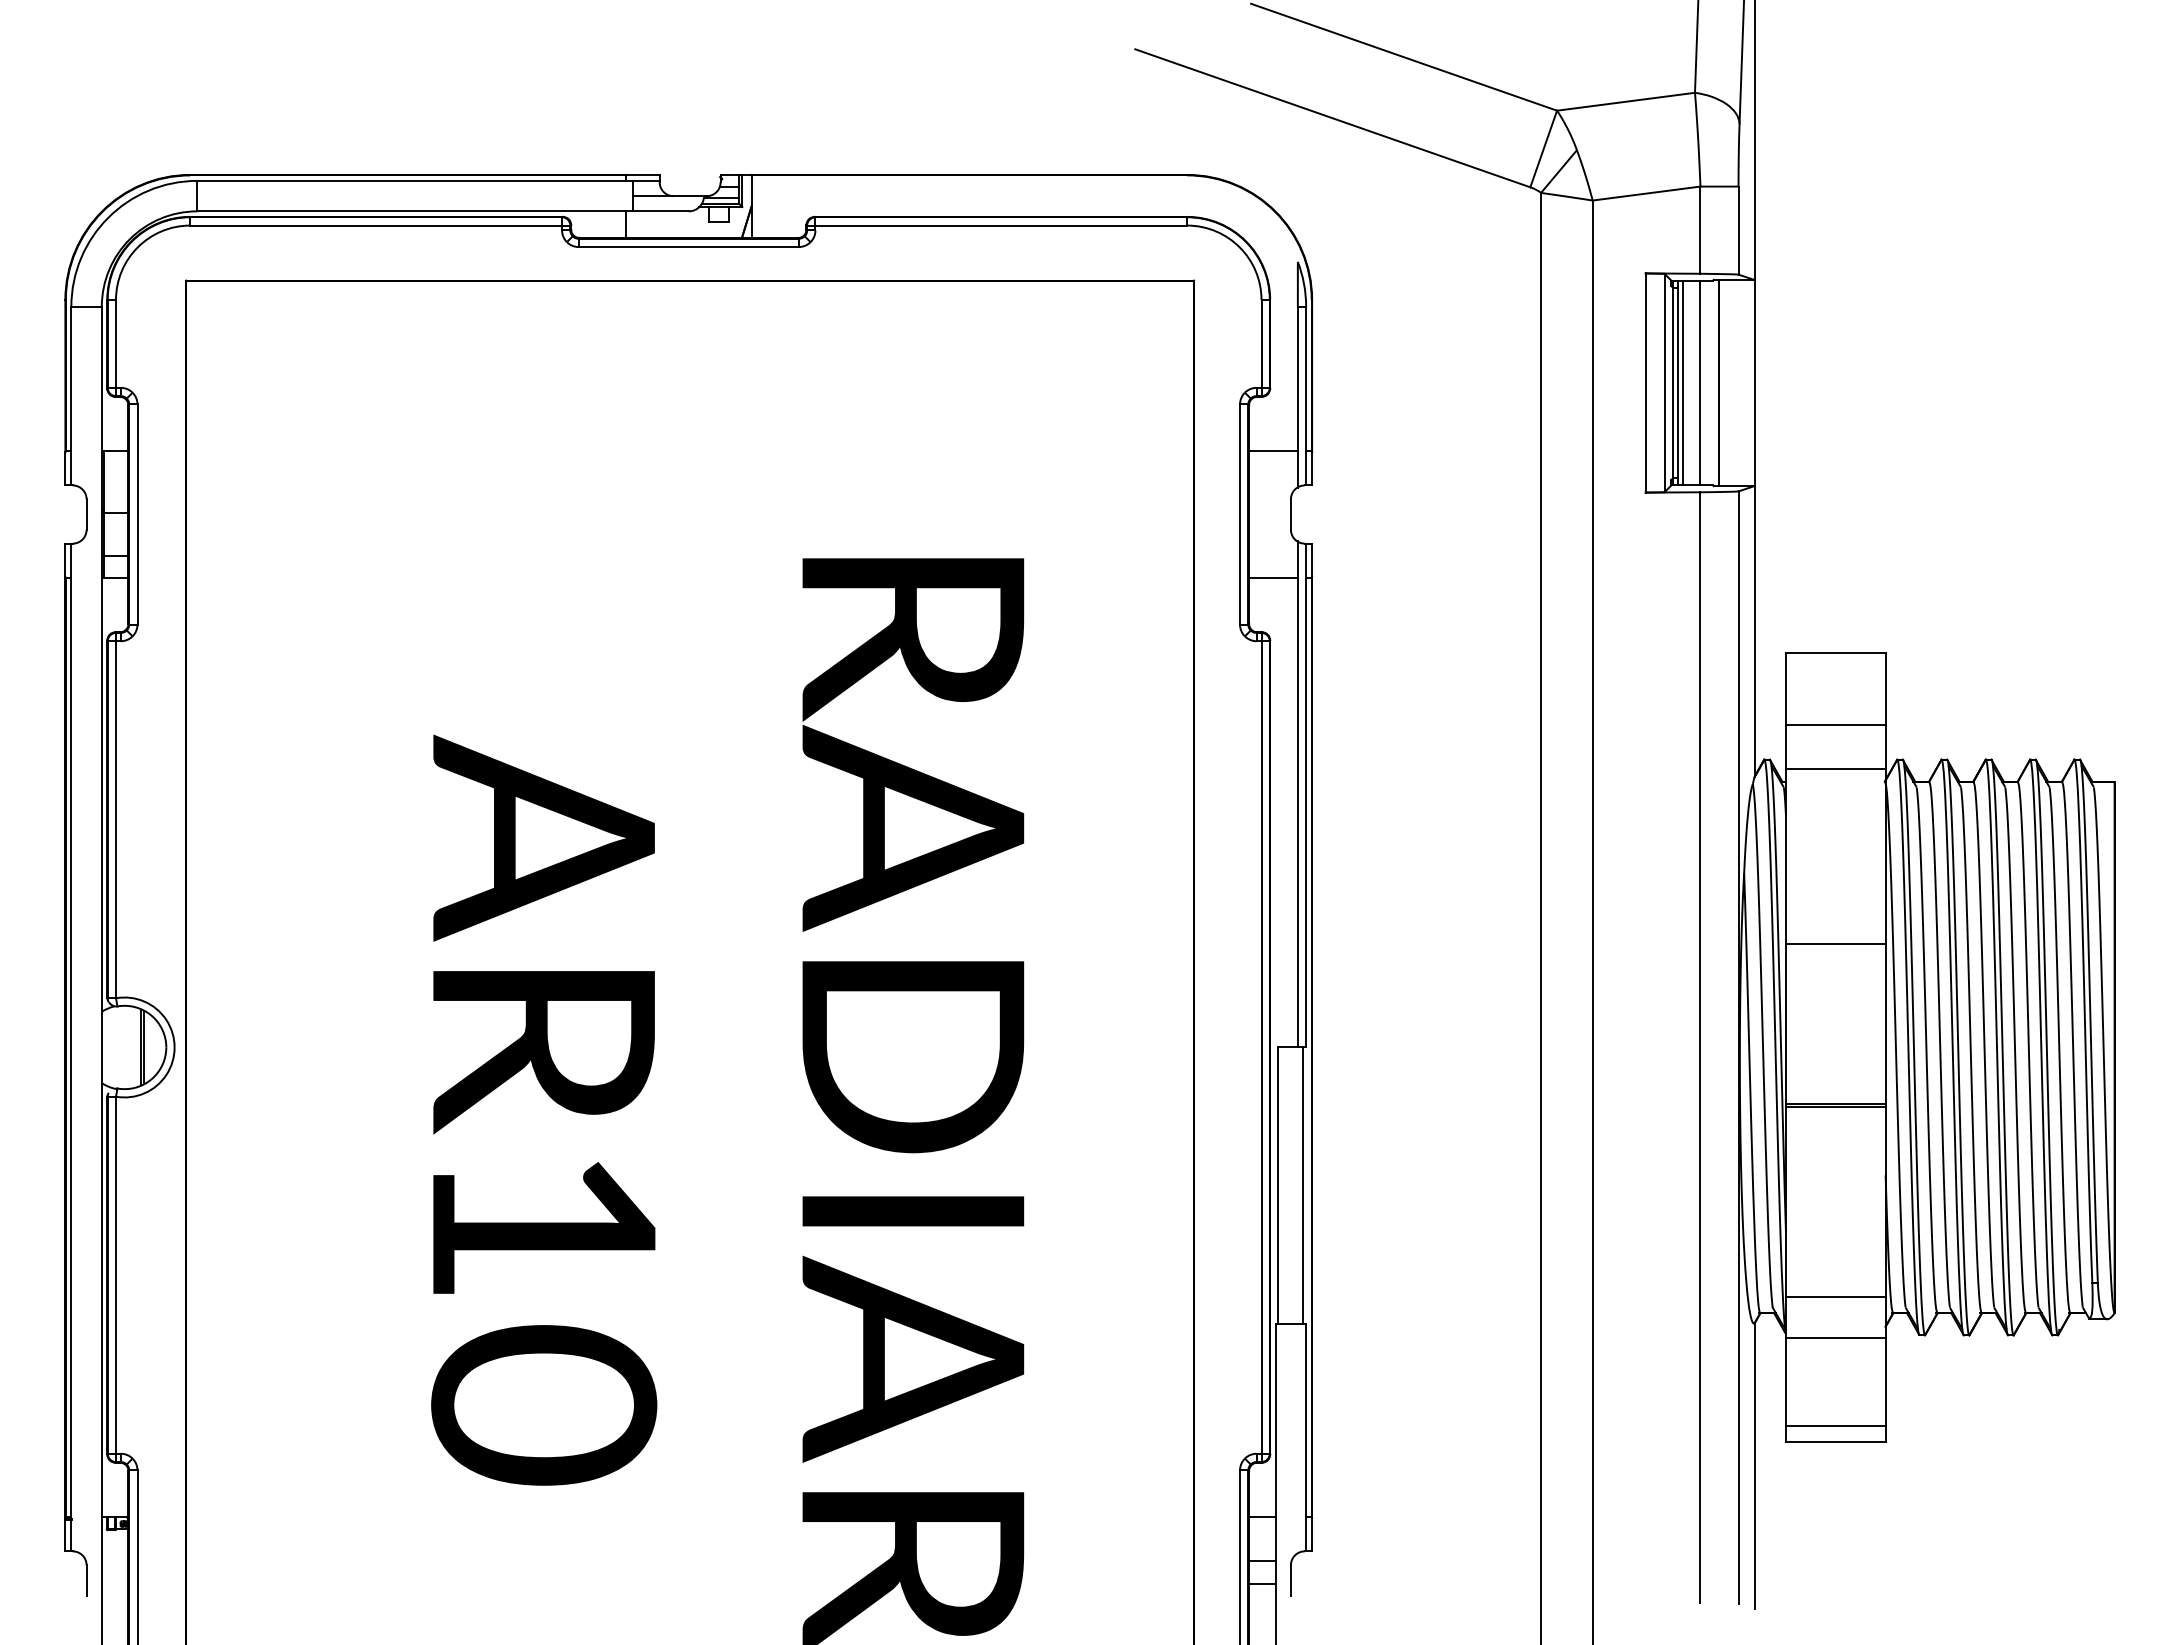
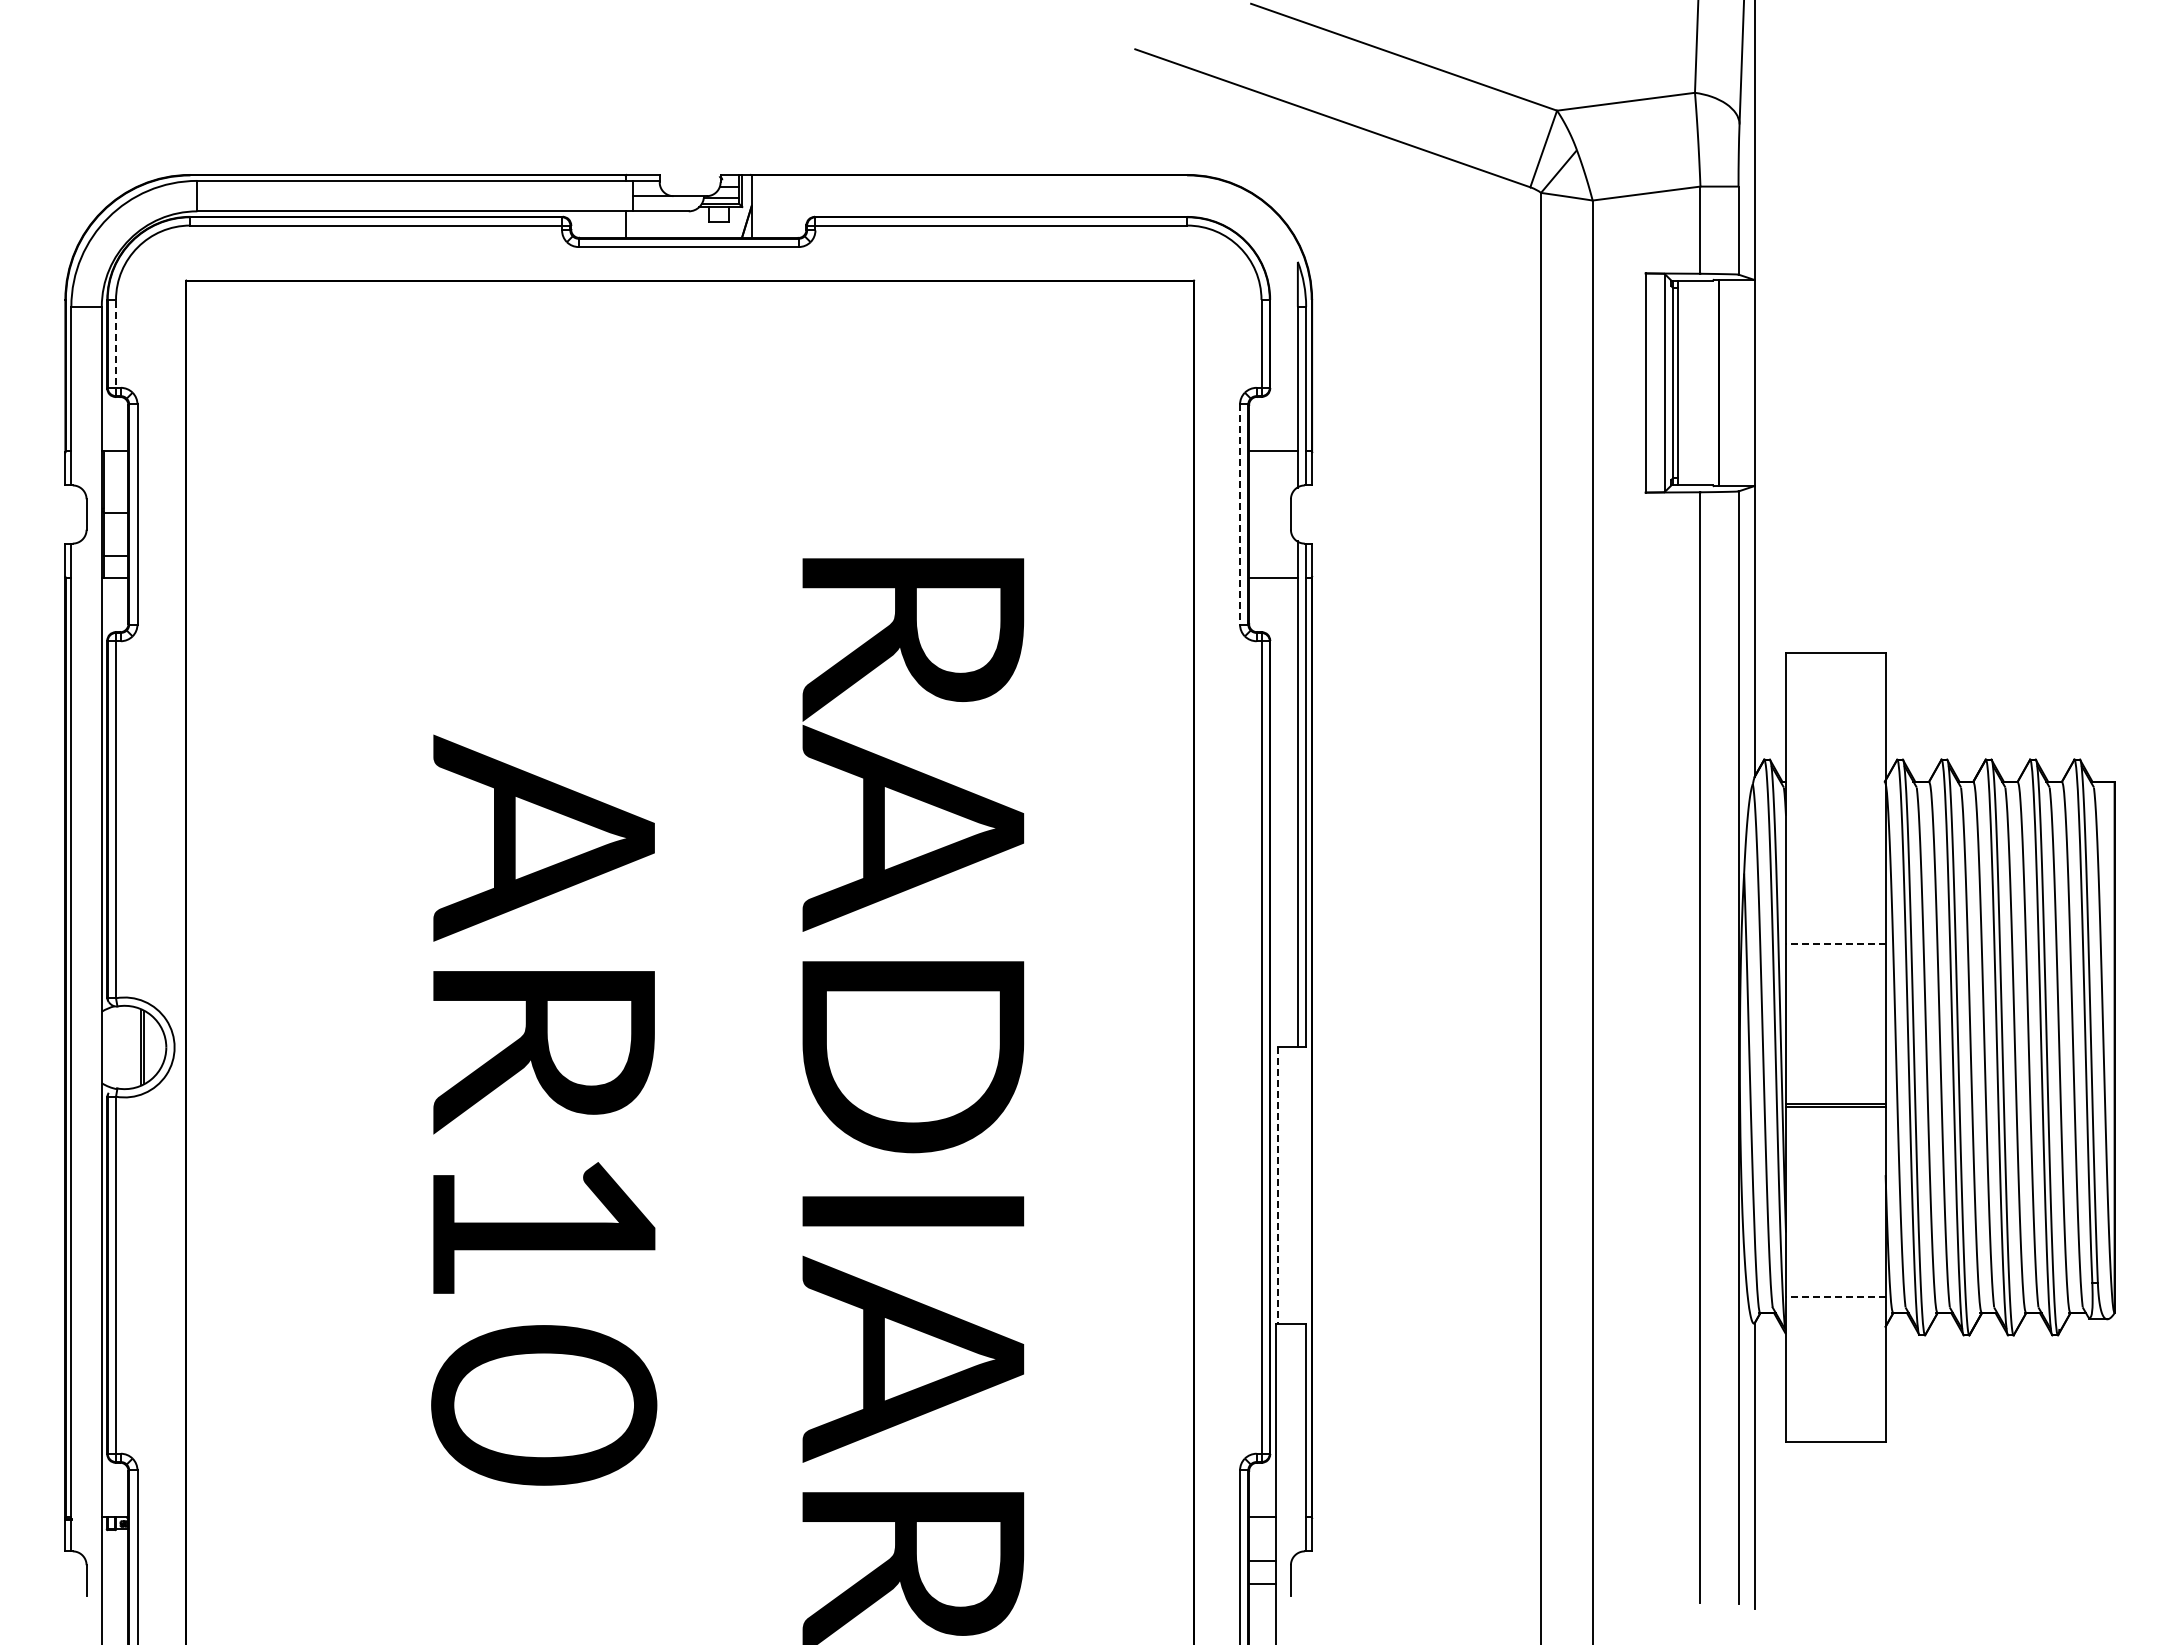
line at (116, 347): solid -> dashed
line at (1682, 382): present -> none
line at (1700, 382): present -> none
line at (1240, 515): solid -> dashed
line at (1835, 725): present -> none
line at (1835, 769): present -> none
line at (1835, 944): solid -> dashed
line at (1303, 1185): present -> none
line at (1278, 1186): solid -> dashed
line at (1835, 1297): solid -> dashed
line at (1835, 1338): present -> none
line at (1835, 1426): present -> none
